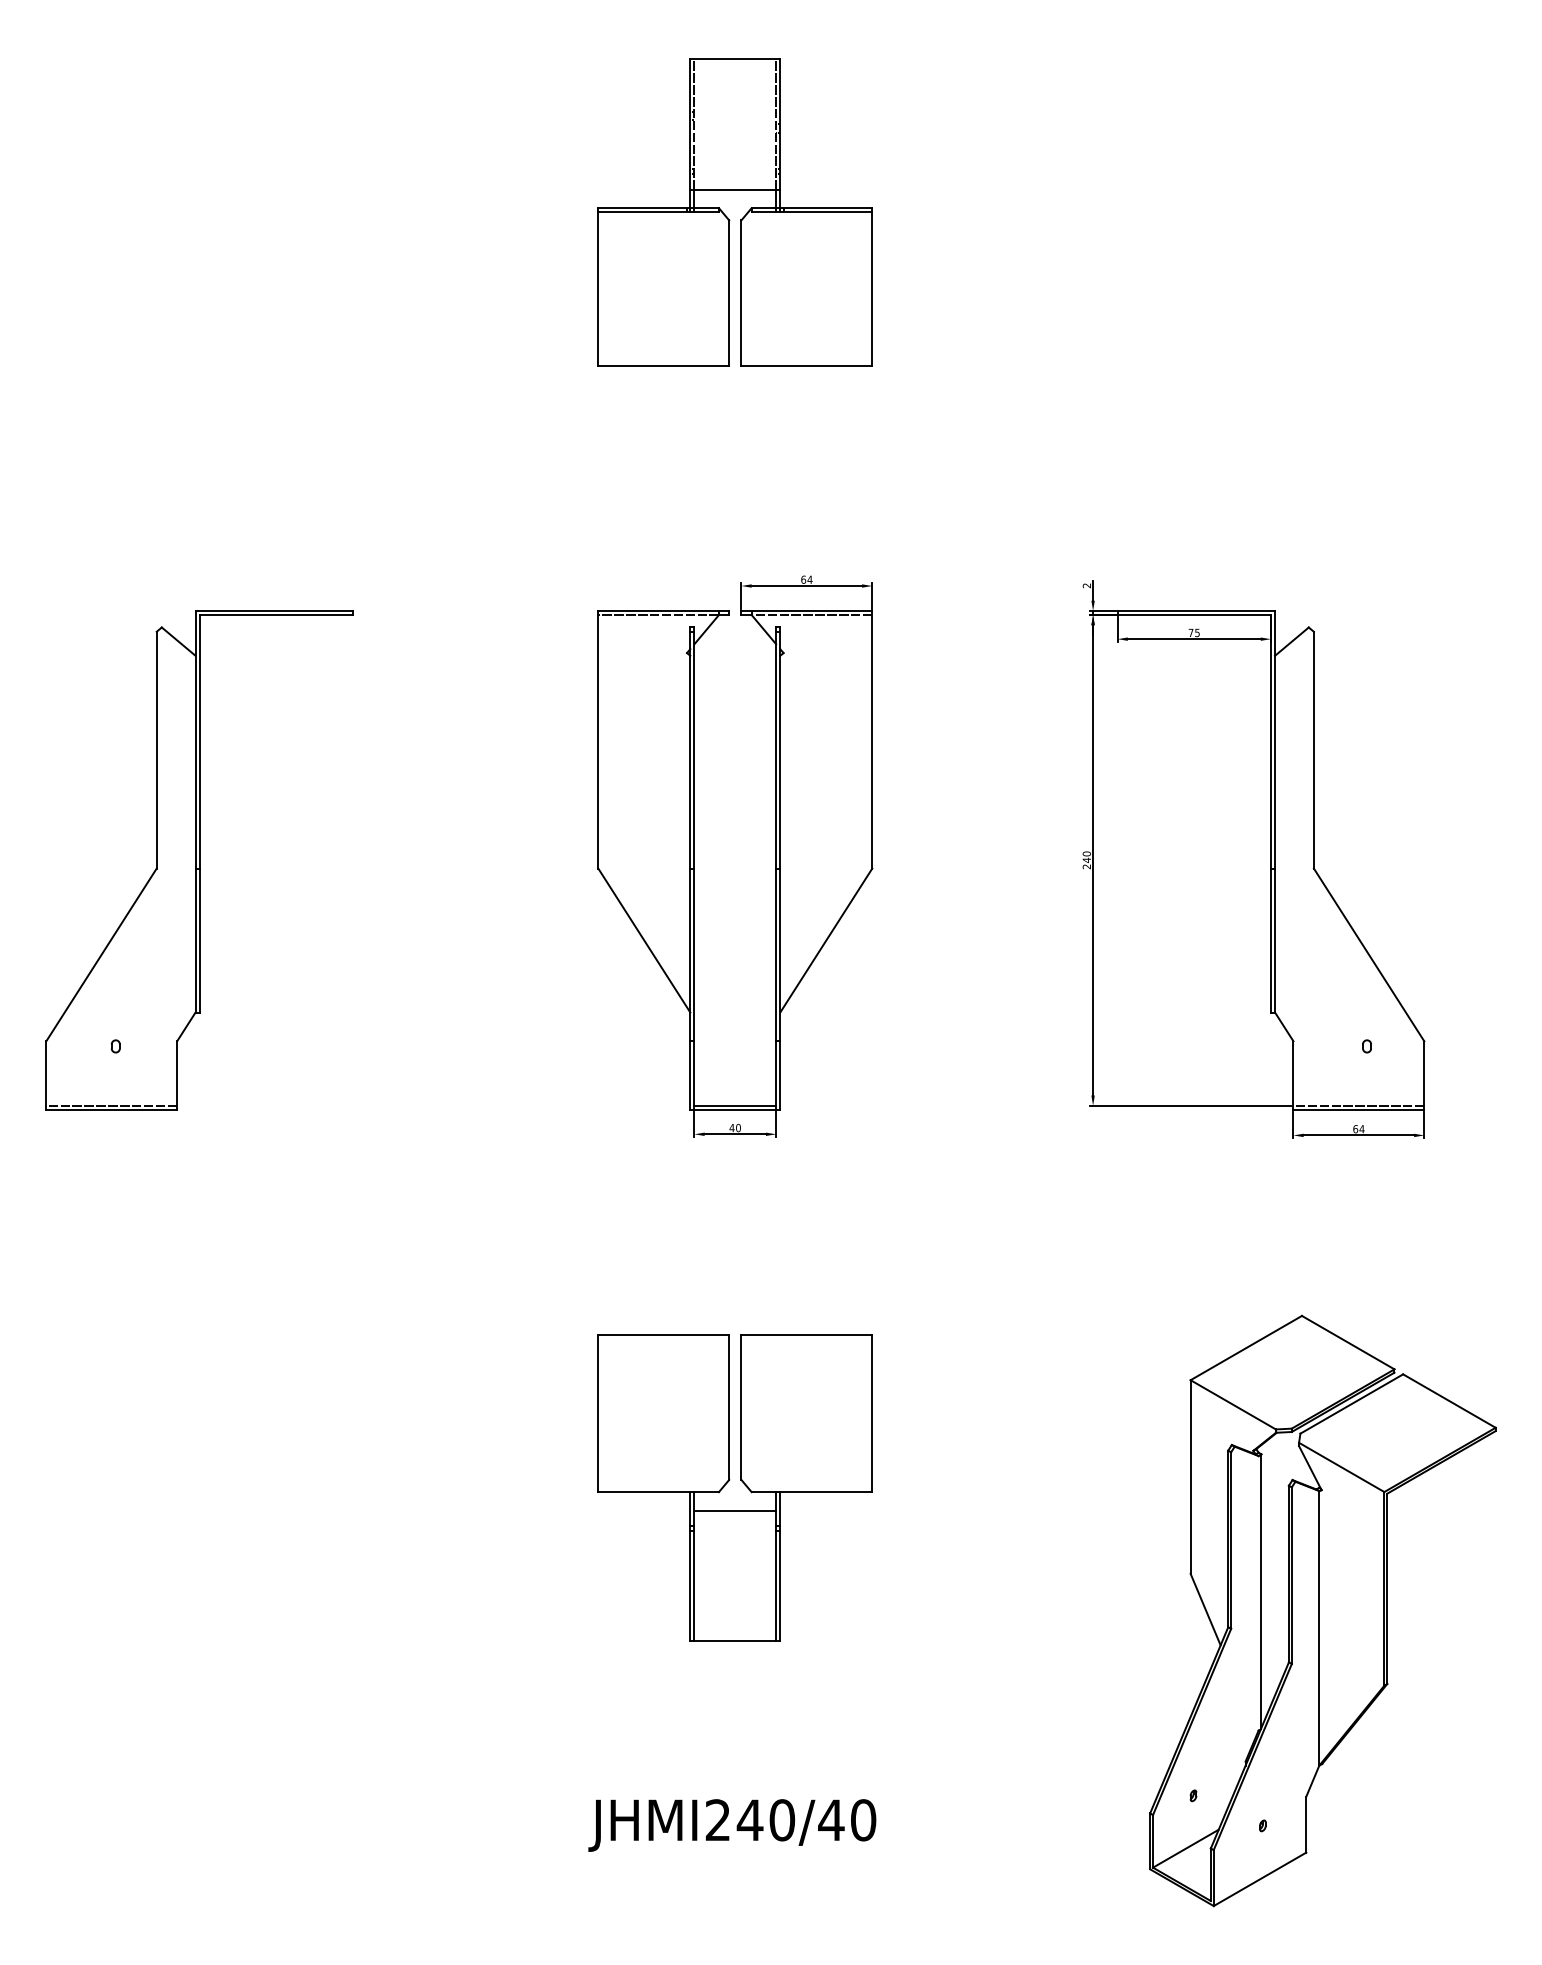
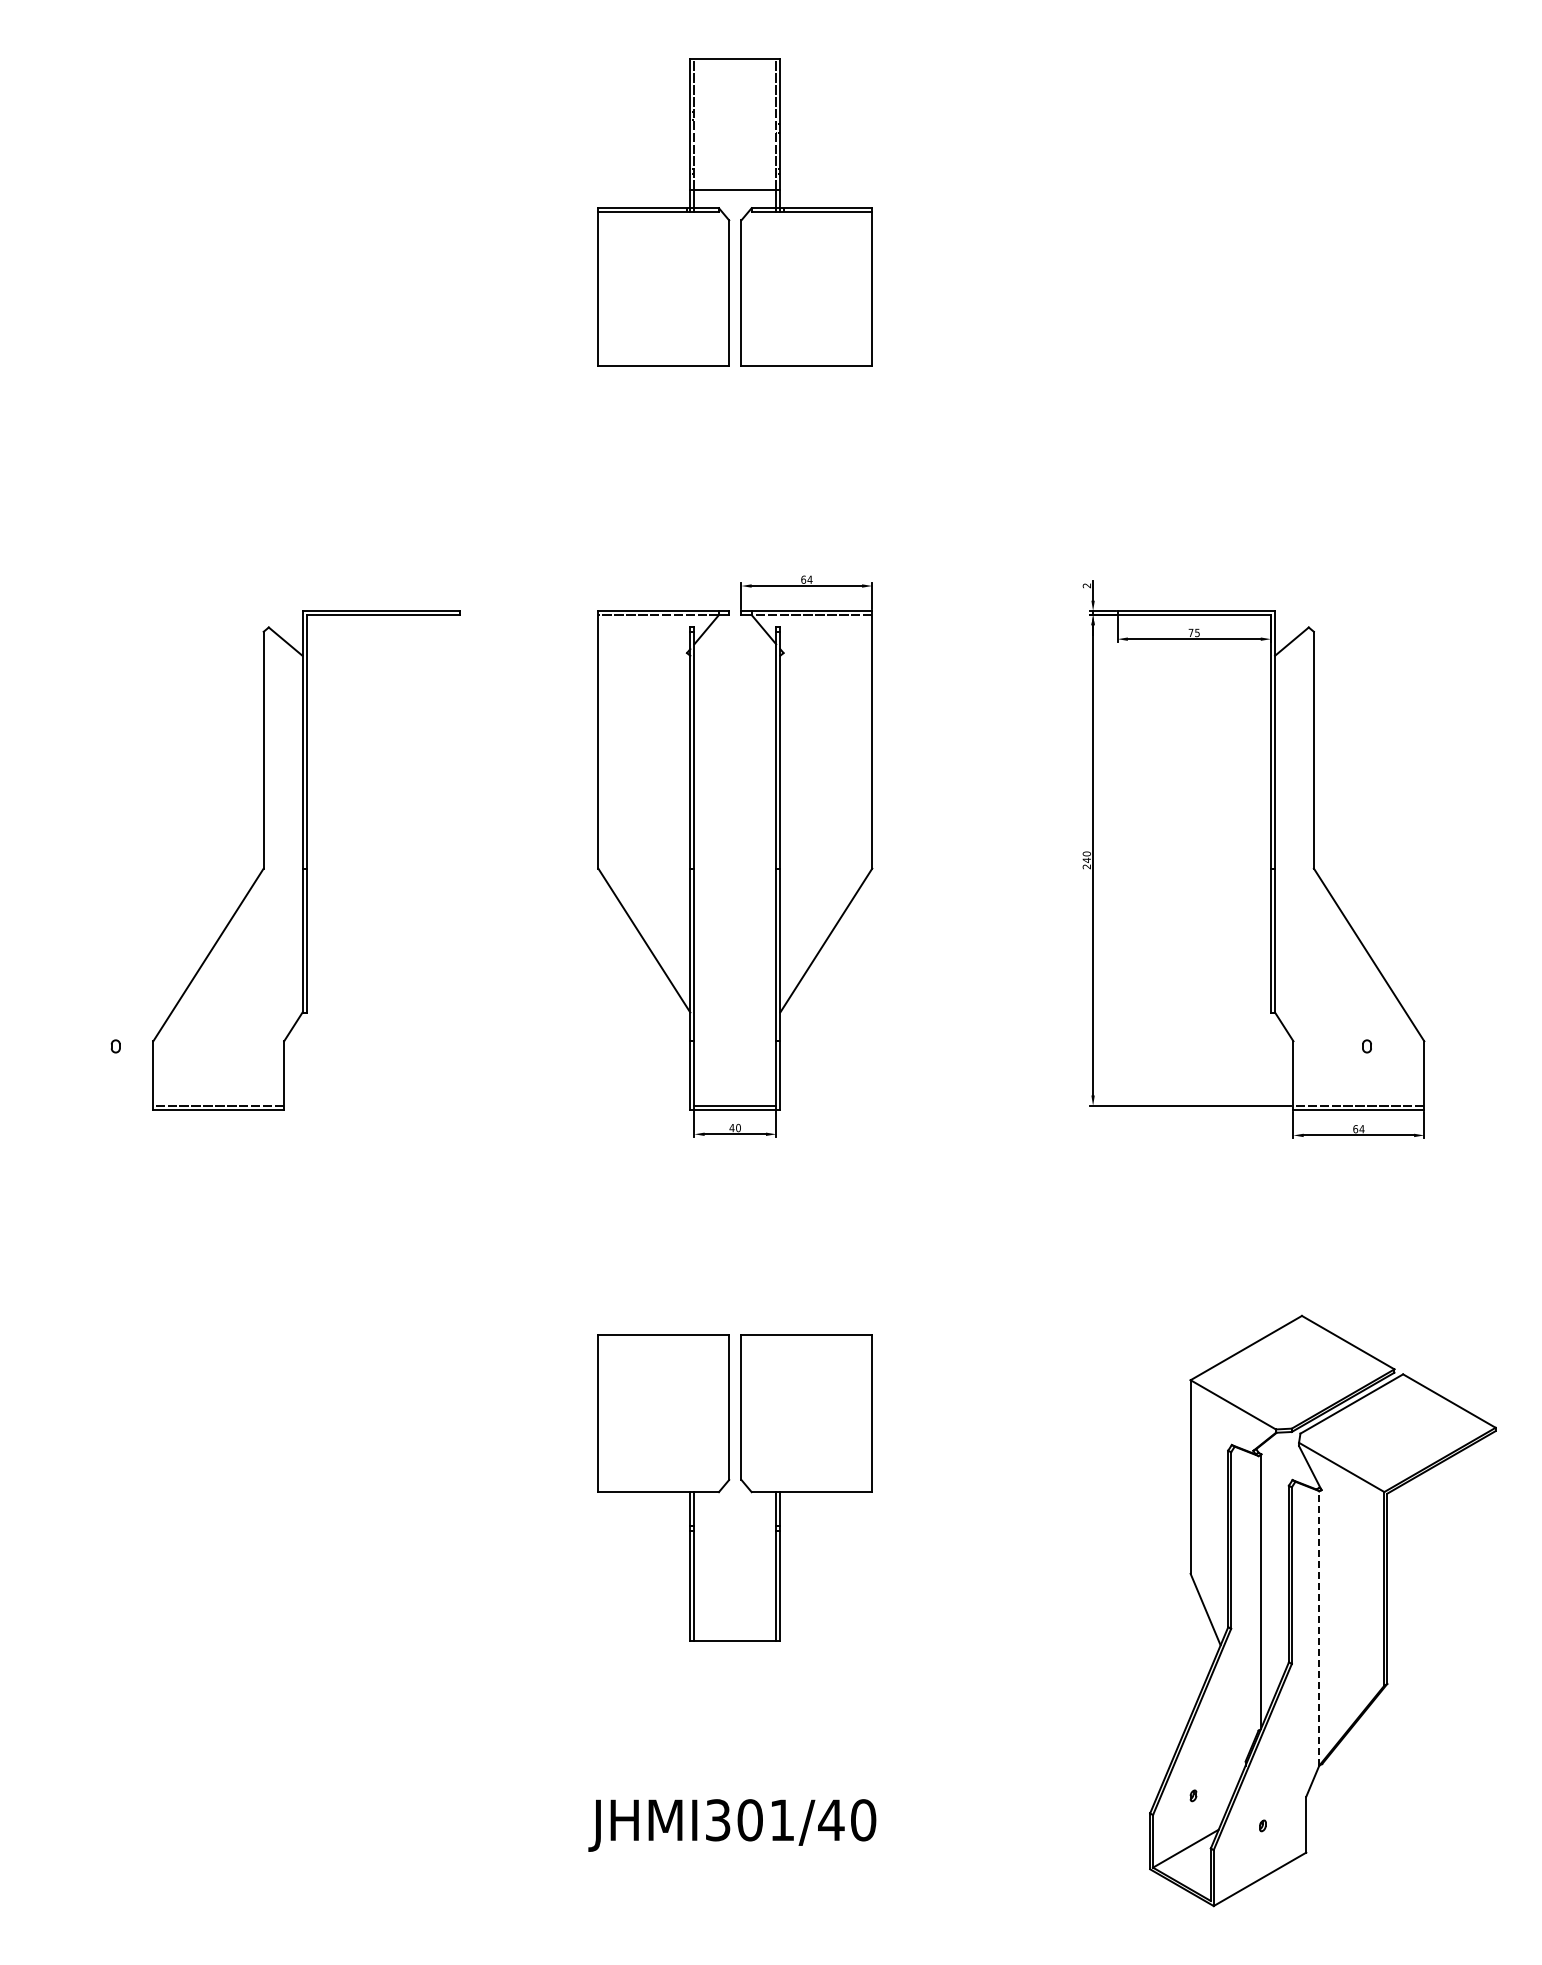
part at (199, 860) position: (199, 860) -> (306, 860)
line at (735, 1510): present -> none
line at (1319, 1627): solid -> dashed
text at (750, 1820): JHMI240/40 -> JHMI301/40
